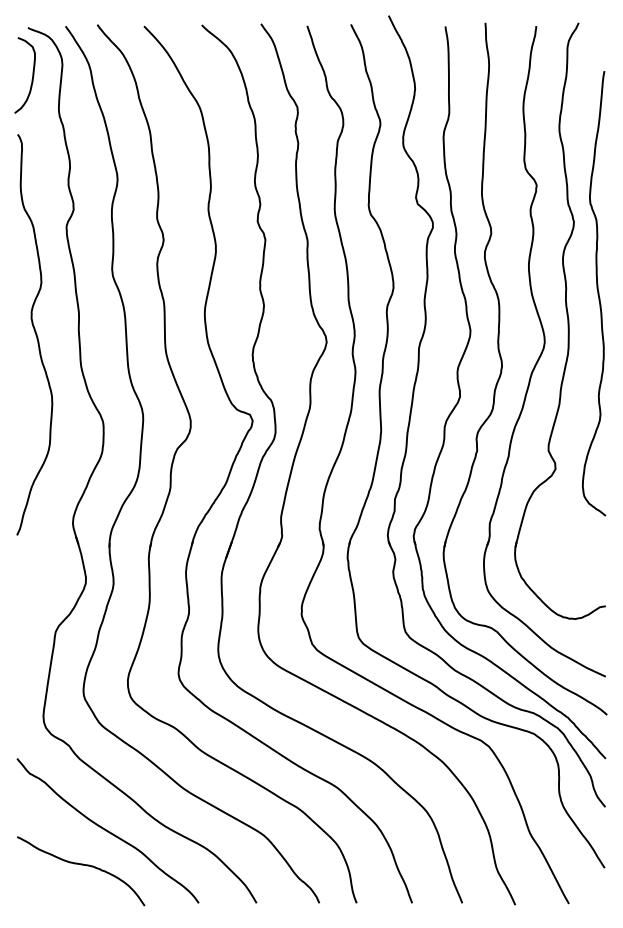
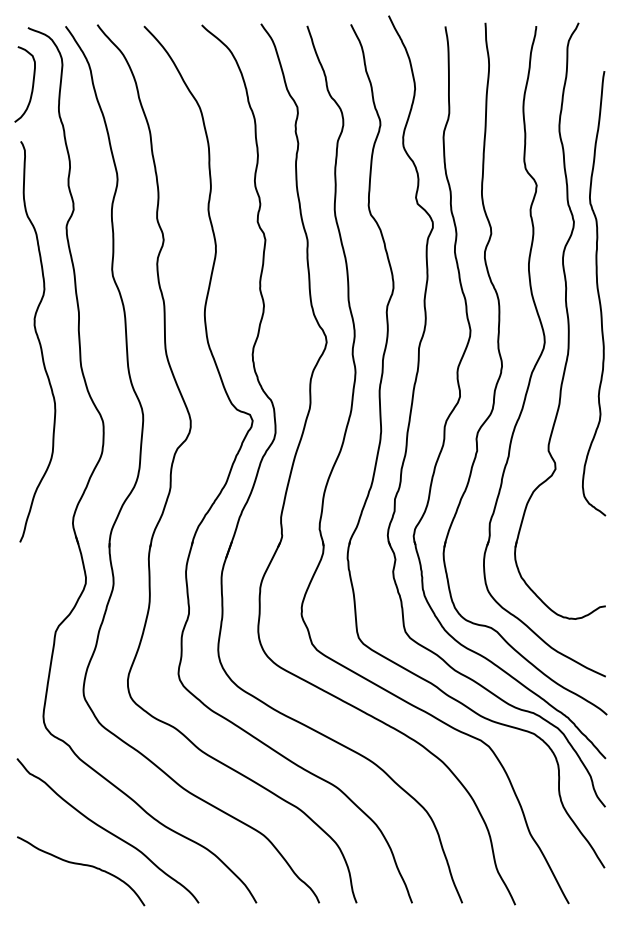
curve at (32, 75) position: (32, 75) -> (32, 84)
curve at (35, 334) position: (35, 334) -> (38, 341)
